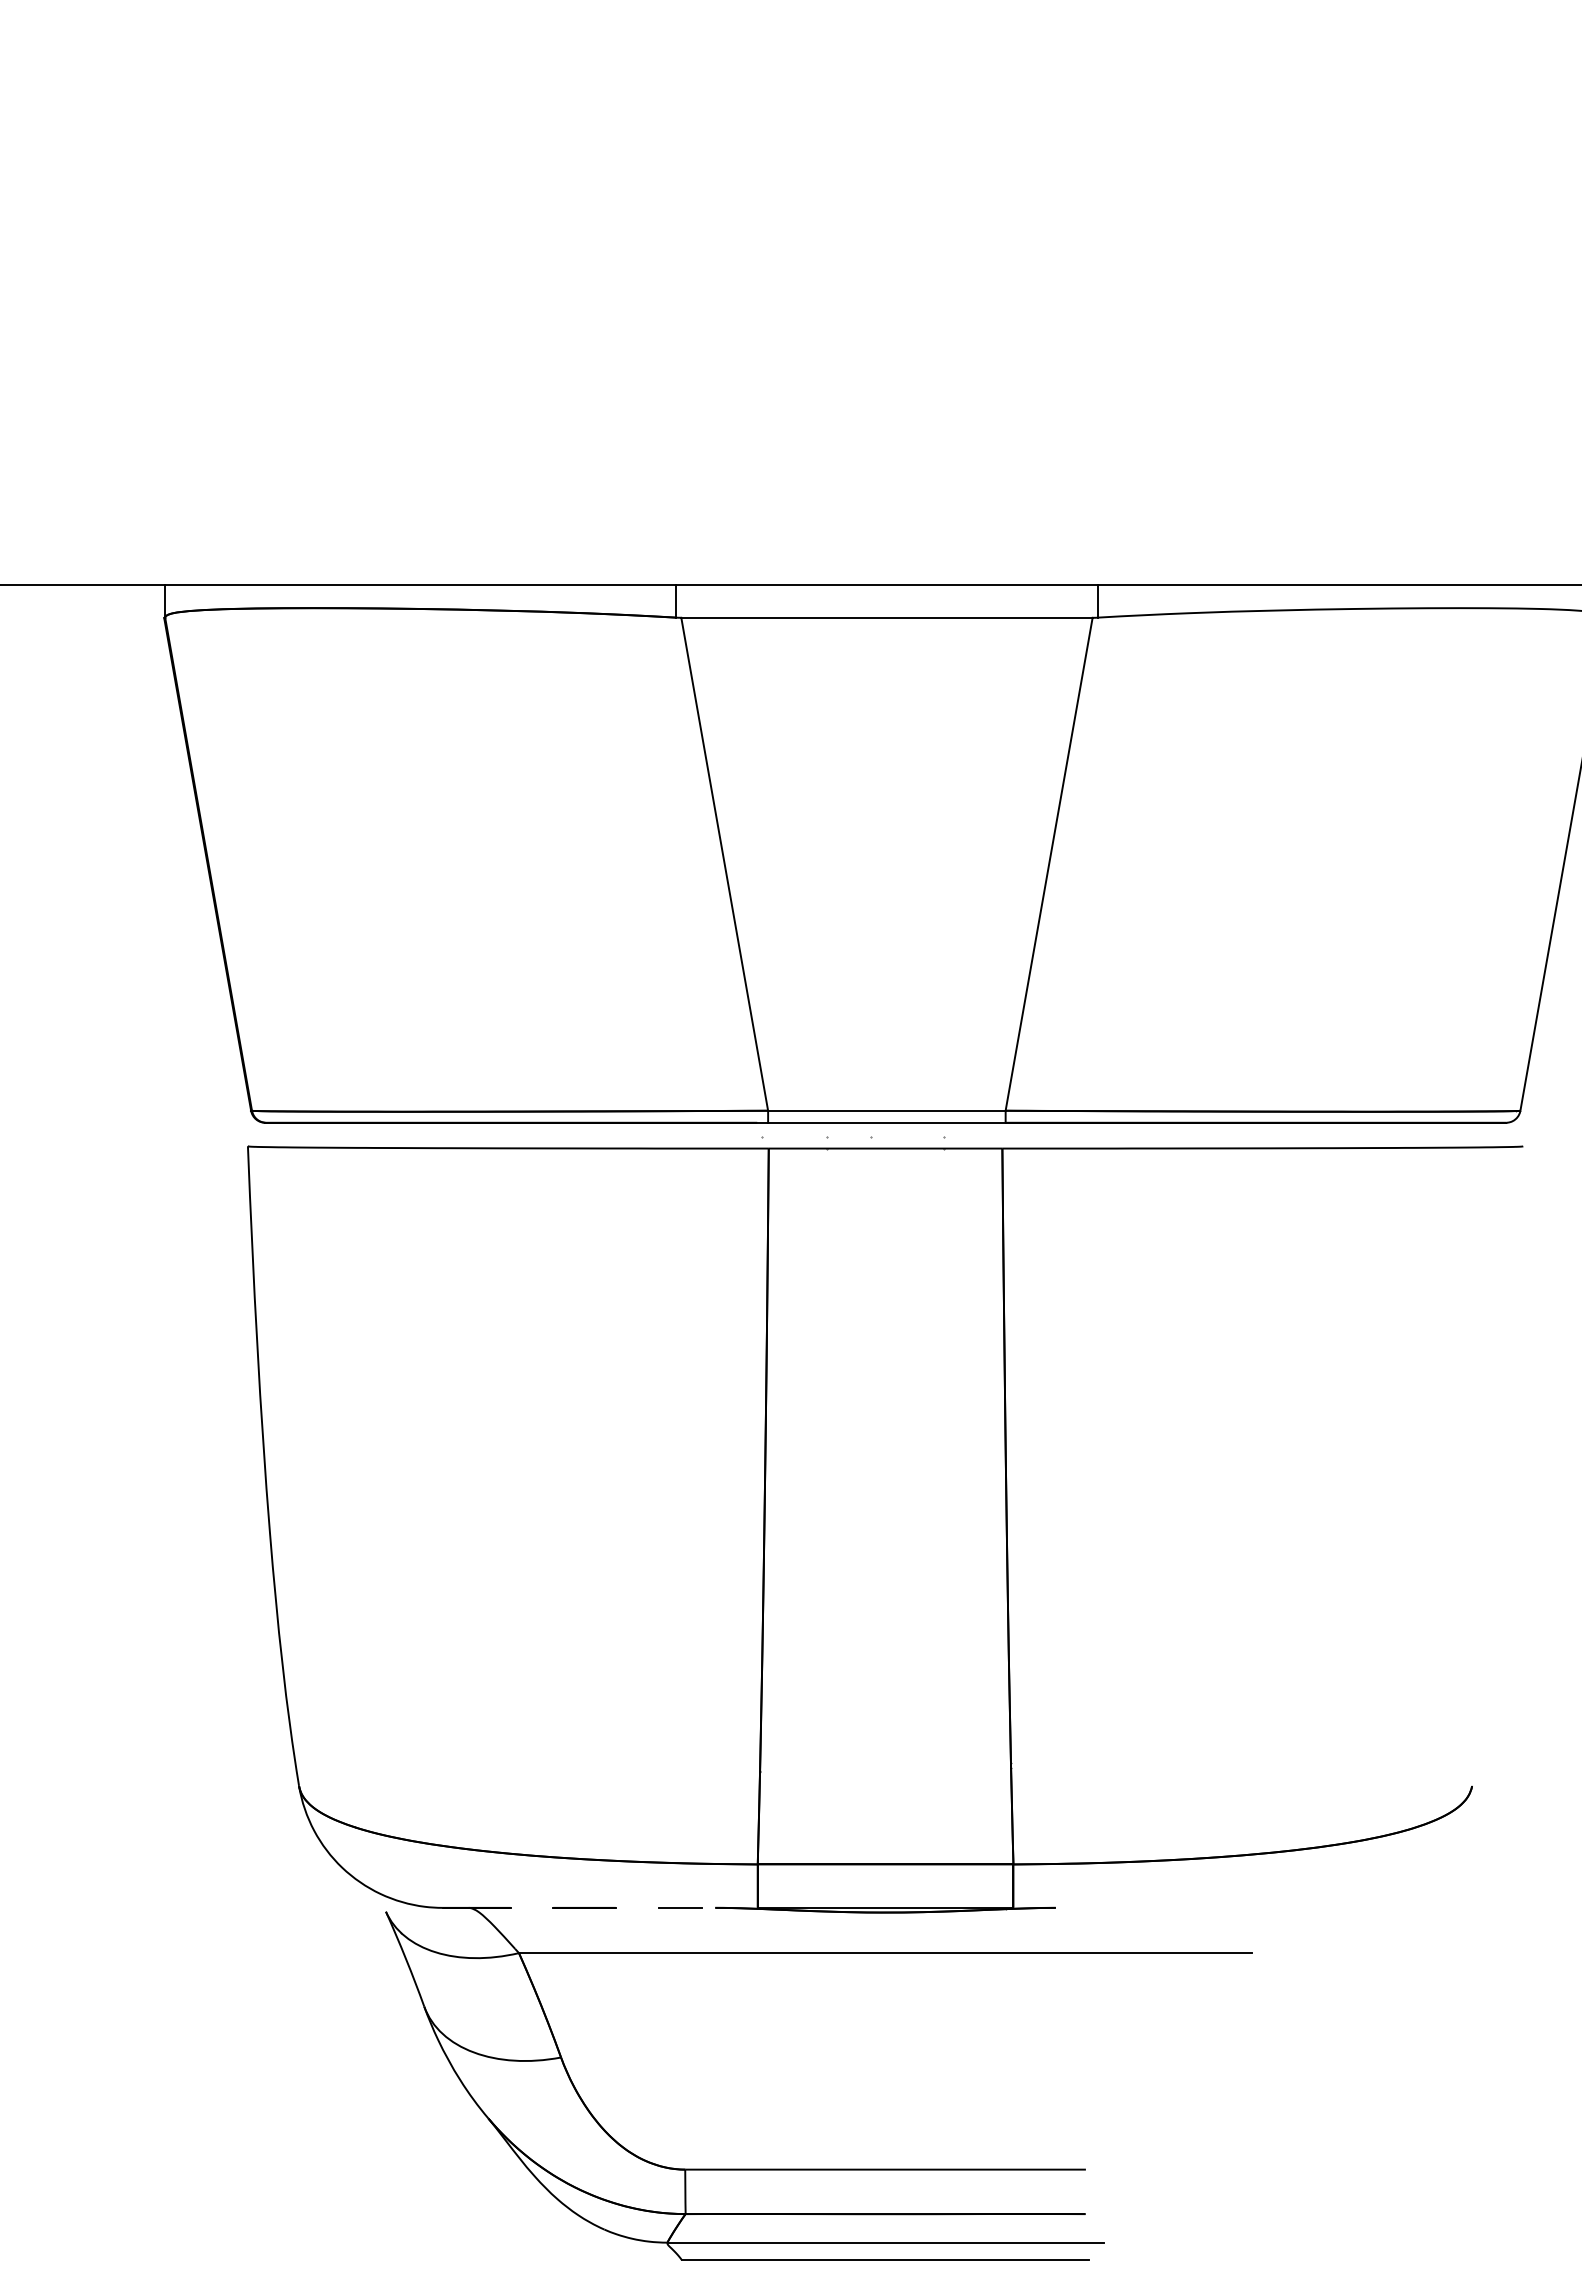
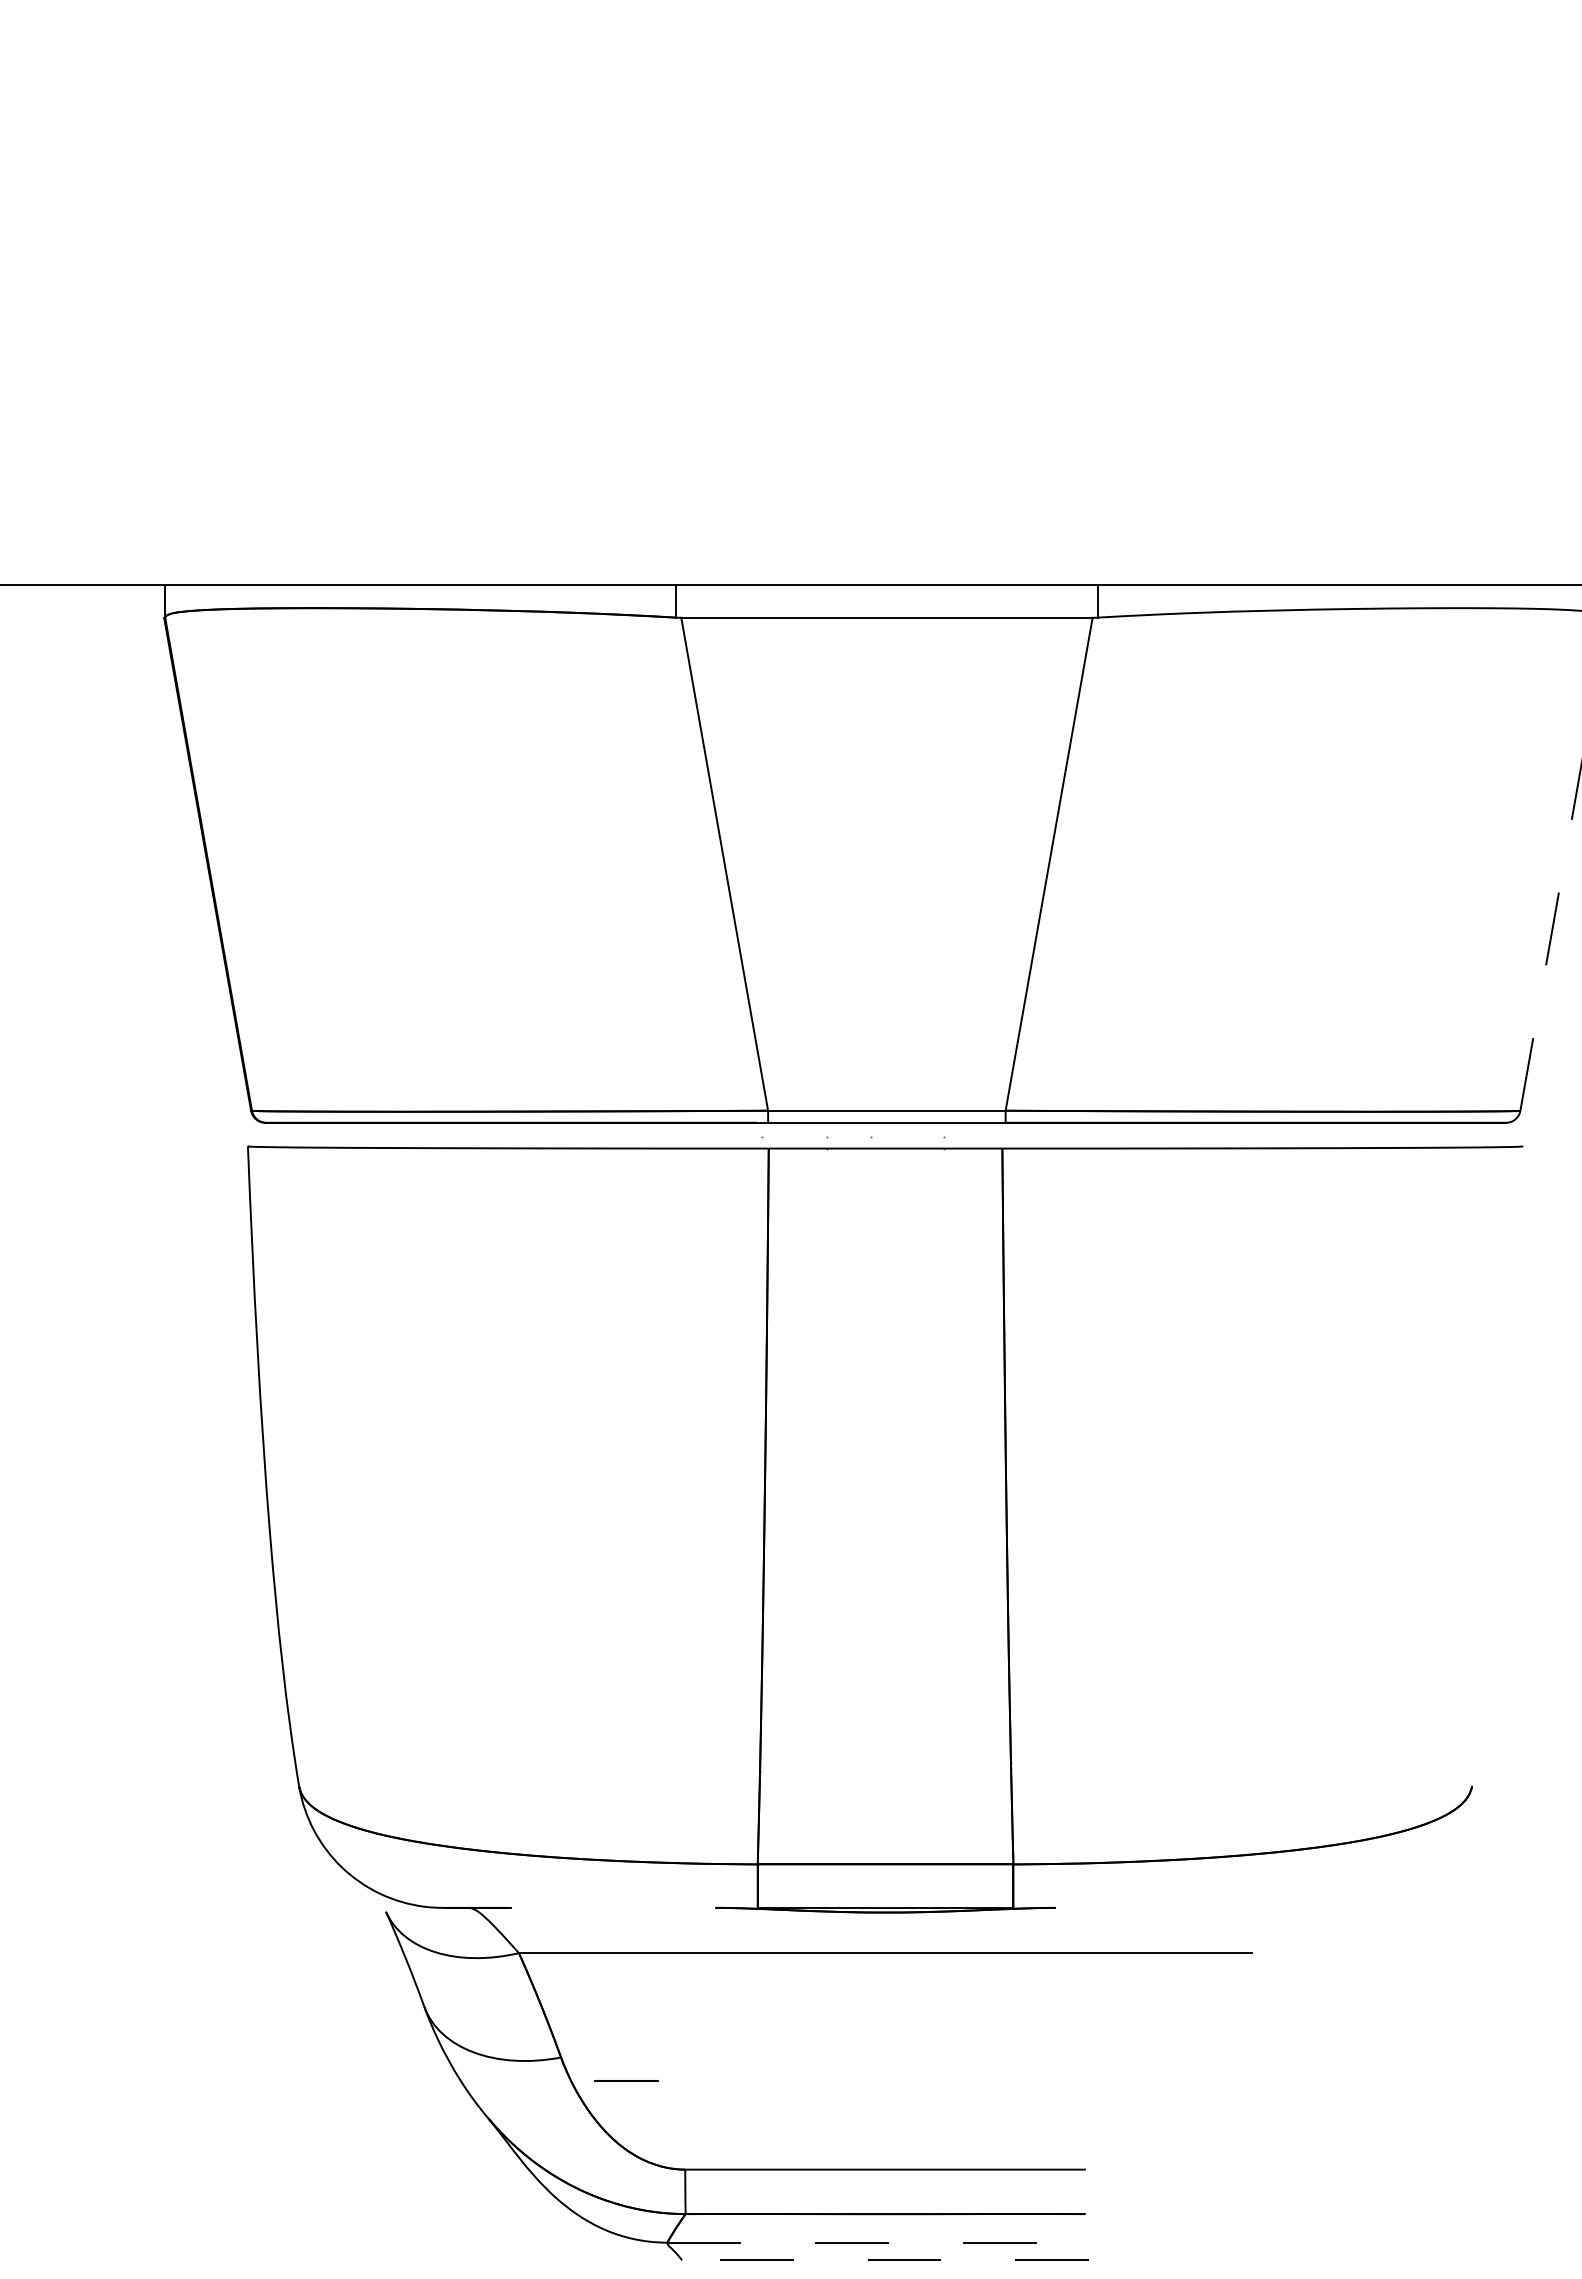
line at (1551, 936): solid -> dashed
line at (584, 1907) position: (584, 1907) -> (626, 2080)
line at (679, 1907): present -> none
line at (886, 2242): solid -> dashed
line at (885, 2260): solid -> dashed
